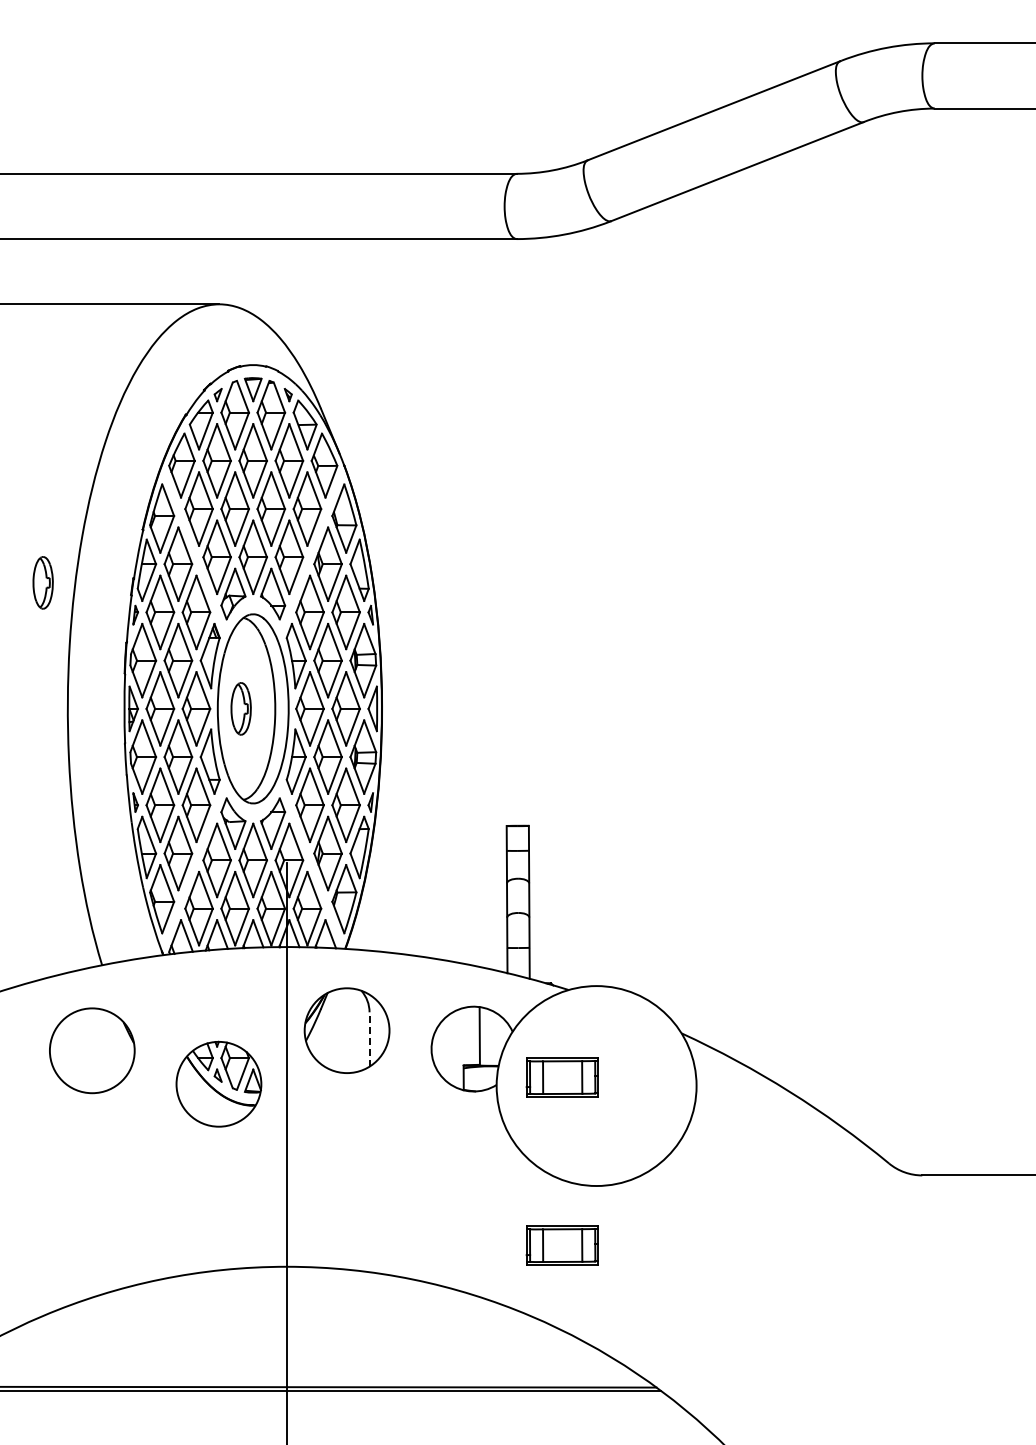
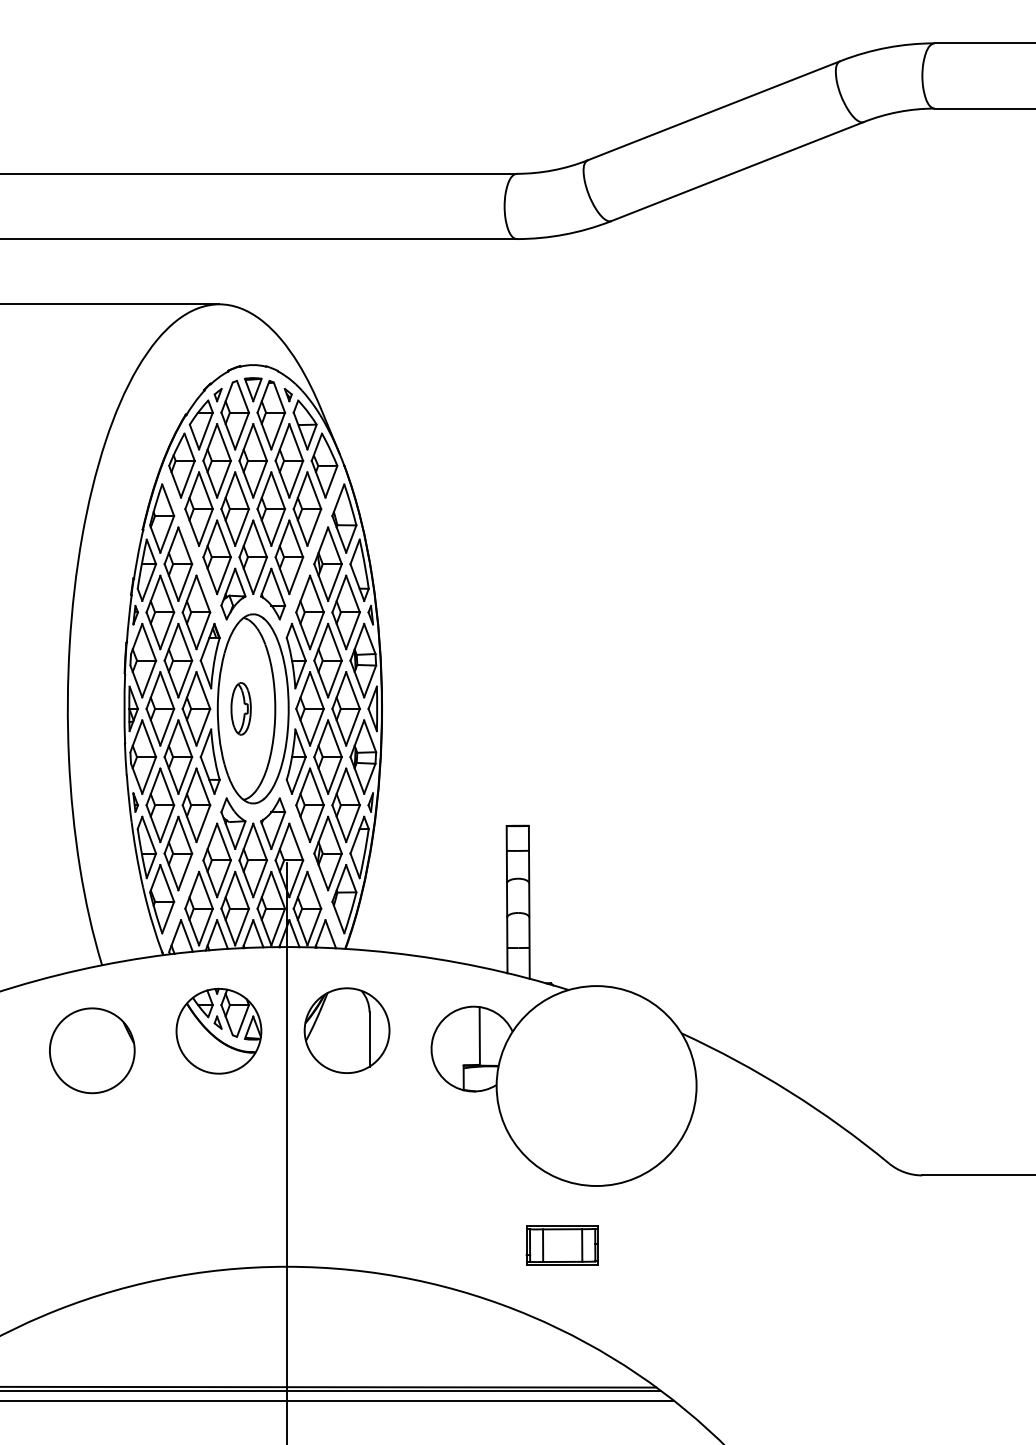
part at (42, 582): present -> none
line at (369, 1039): dashed -> solid
part at (561, 1077): present -> none
part at (218, 1083) position: (218, 1083) -> (218, 1030)
line at (337, 1400): none -> present
